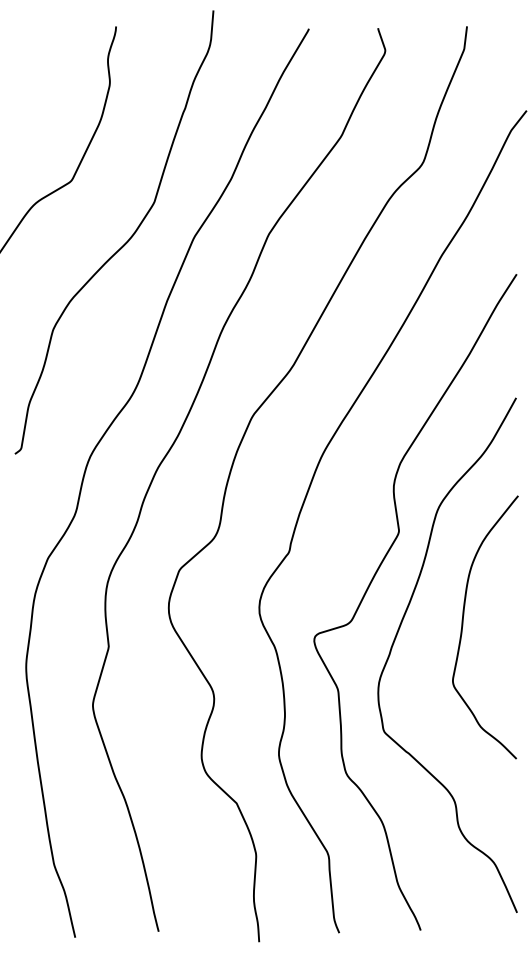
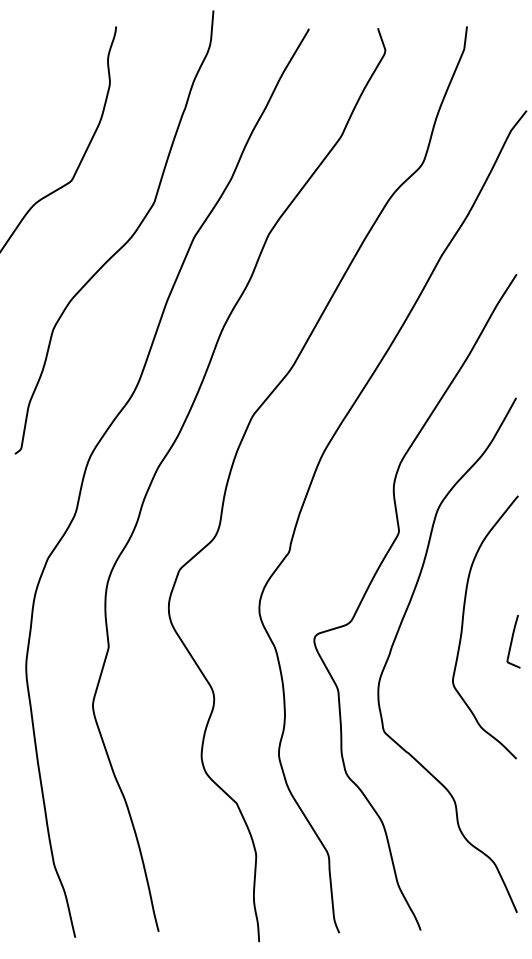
curve at (512, 641): none -> present
